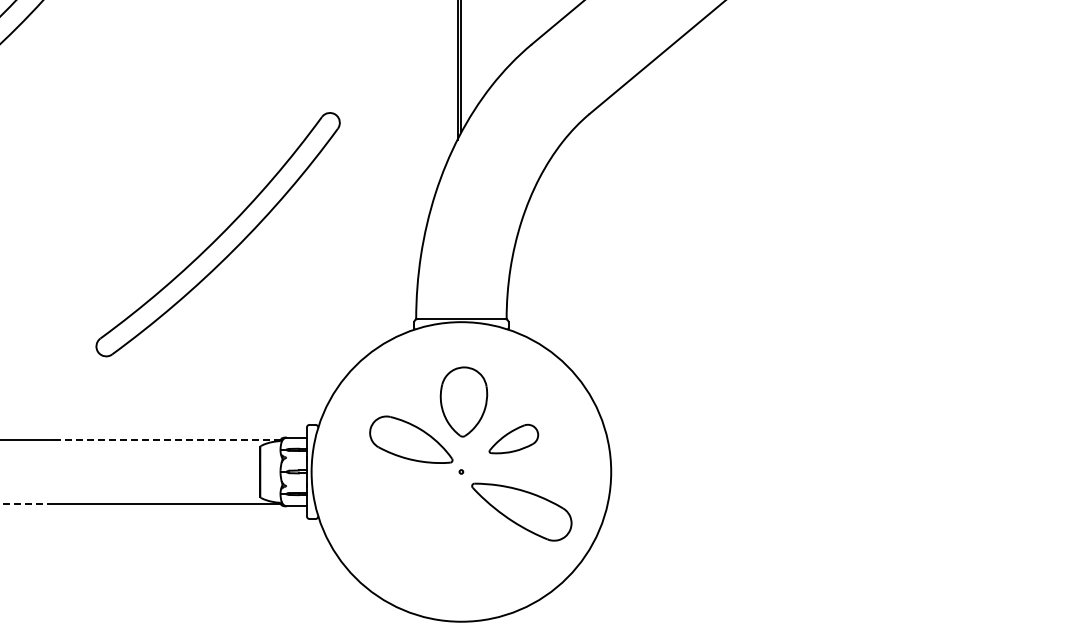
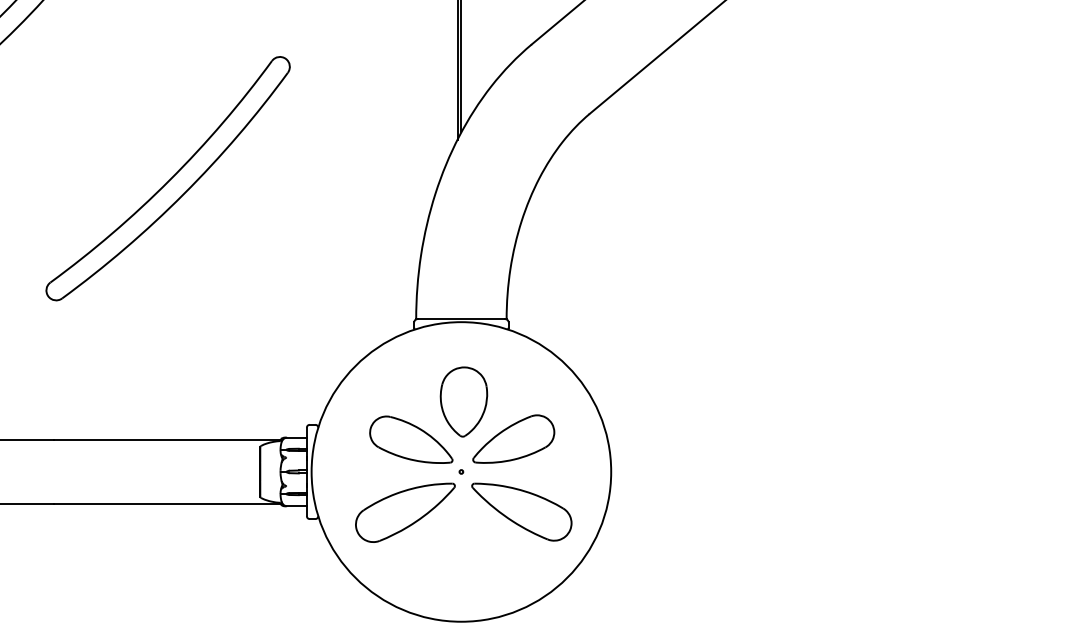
part at (217, 234) position: (217, 234) -> (167, 178)
part at (513, 438) size: 52x32 px -> 84x50 px
line at (167, 439): dashed -> solid
line at (27, 503): dashed -> solid
part at (405, 512): none -> present
